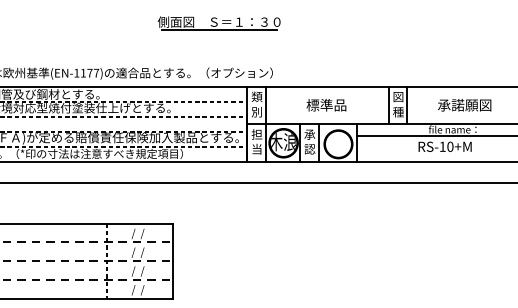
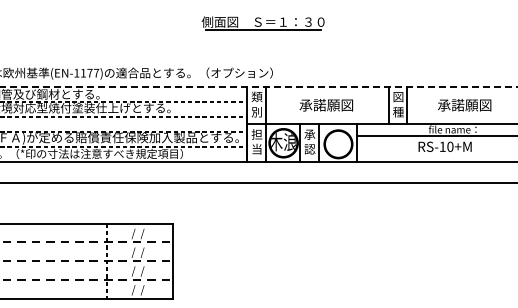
part at (218, 23) position: (218, 23) -> (262, 23)
line at (258, 86): solid -> dashed
text at (326, 104): 標準品 -> 承諾願図
